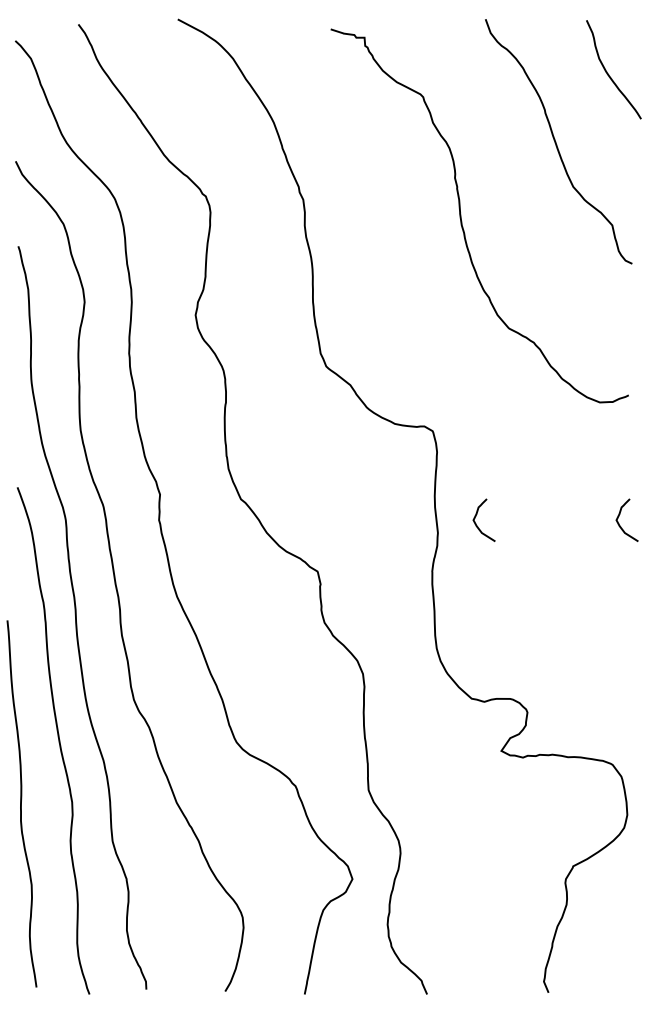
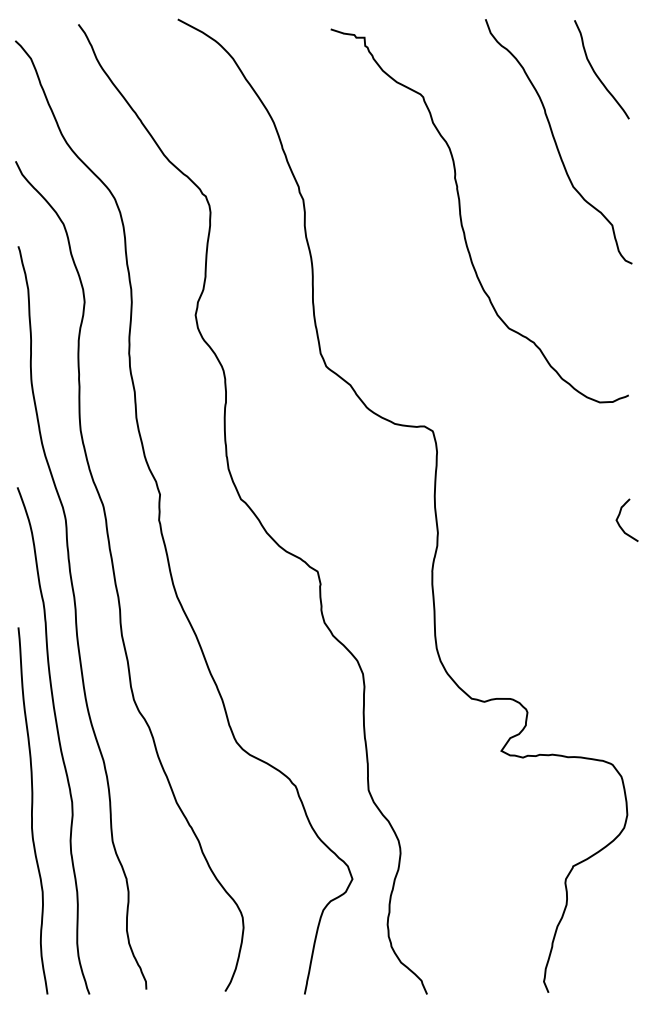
curve at (607, 71) position: (607, 71) -> (595, 71)
curve at (476, 516): present -> none
curve at (21, 803) position: (21, 803) -> (32, 810)
